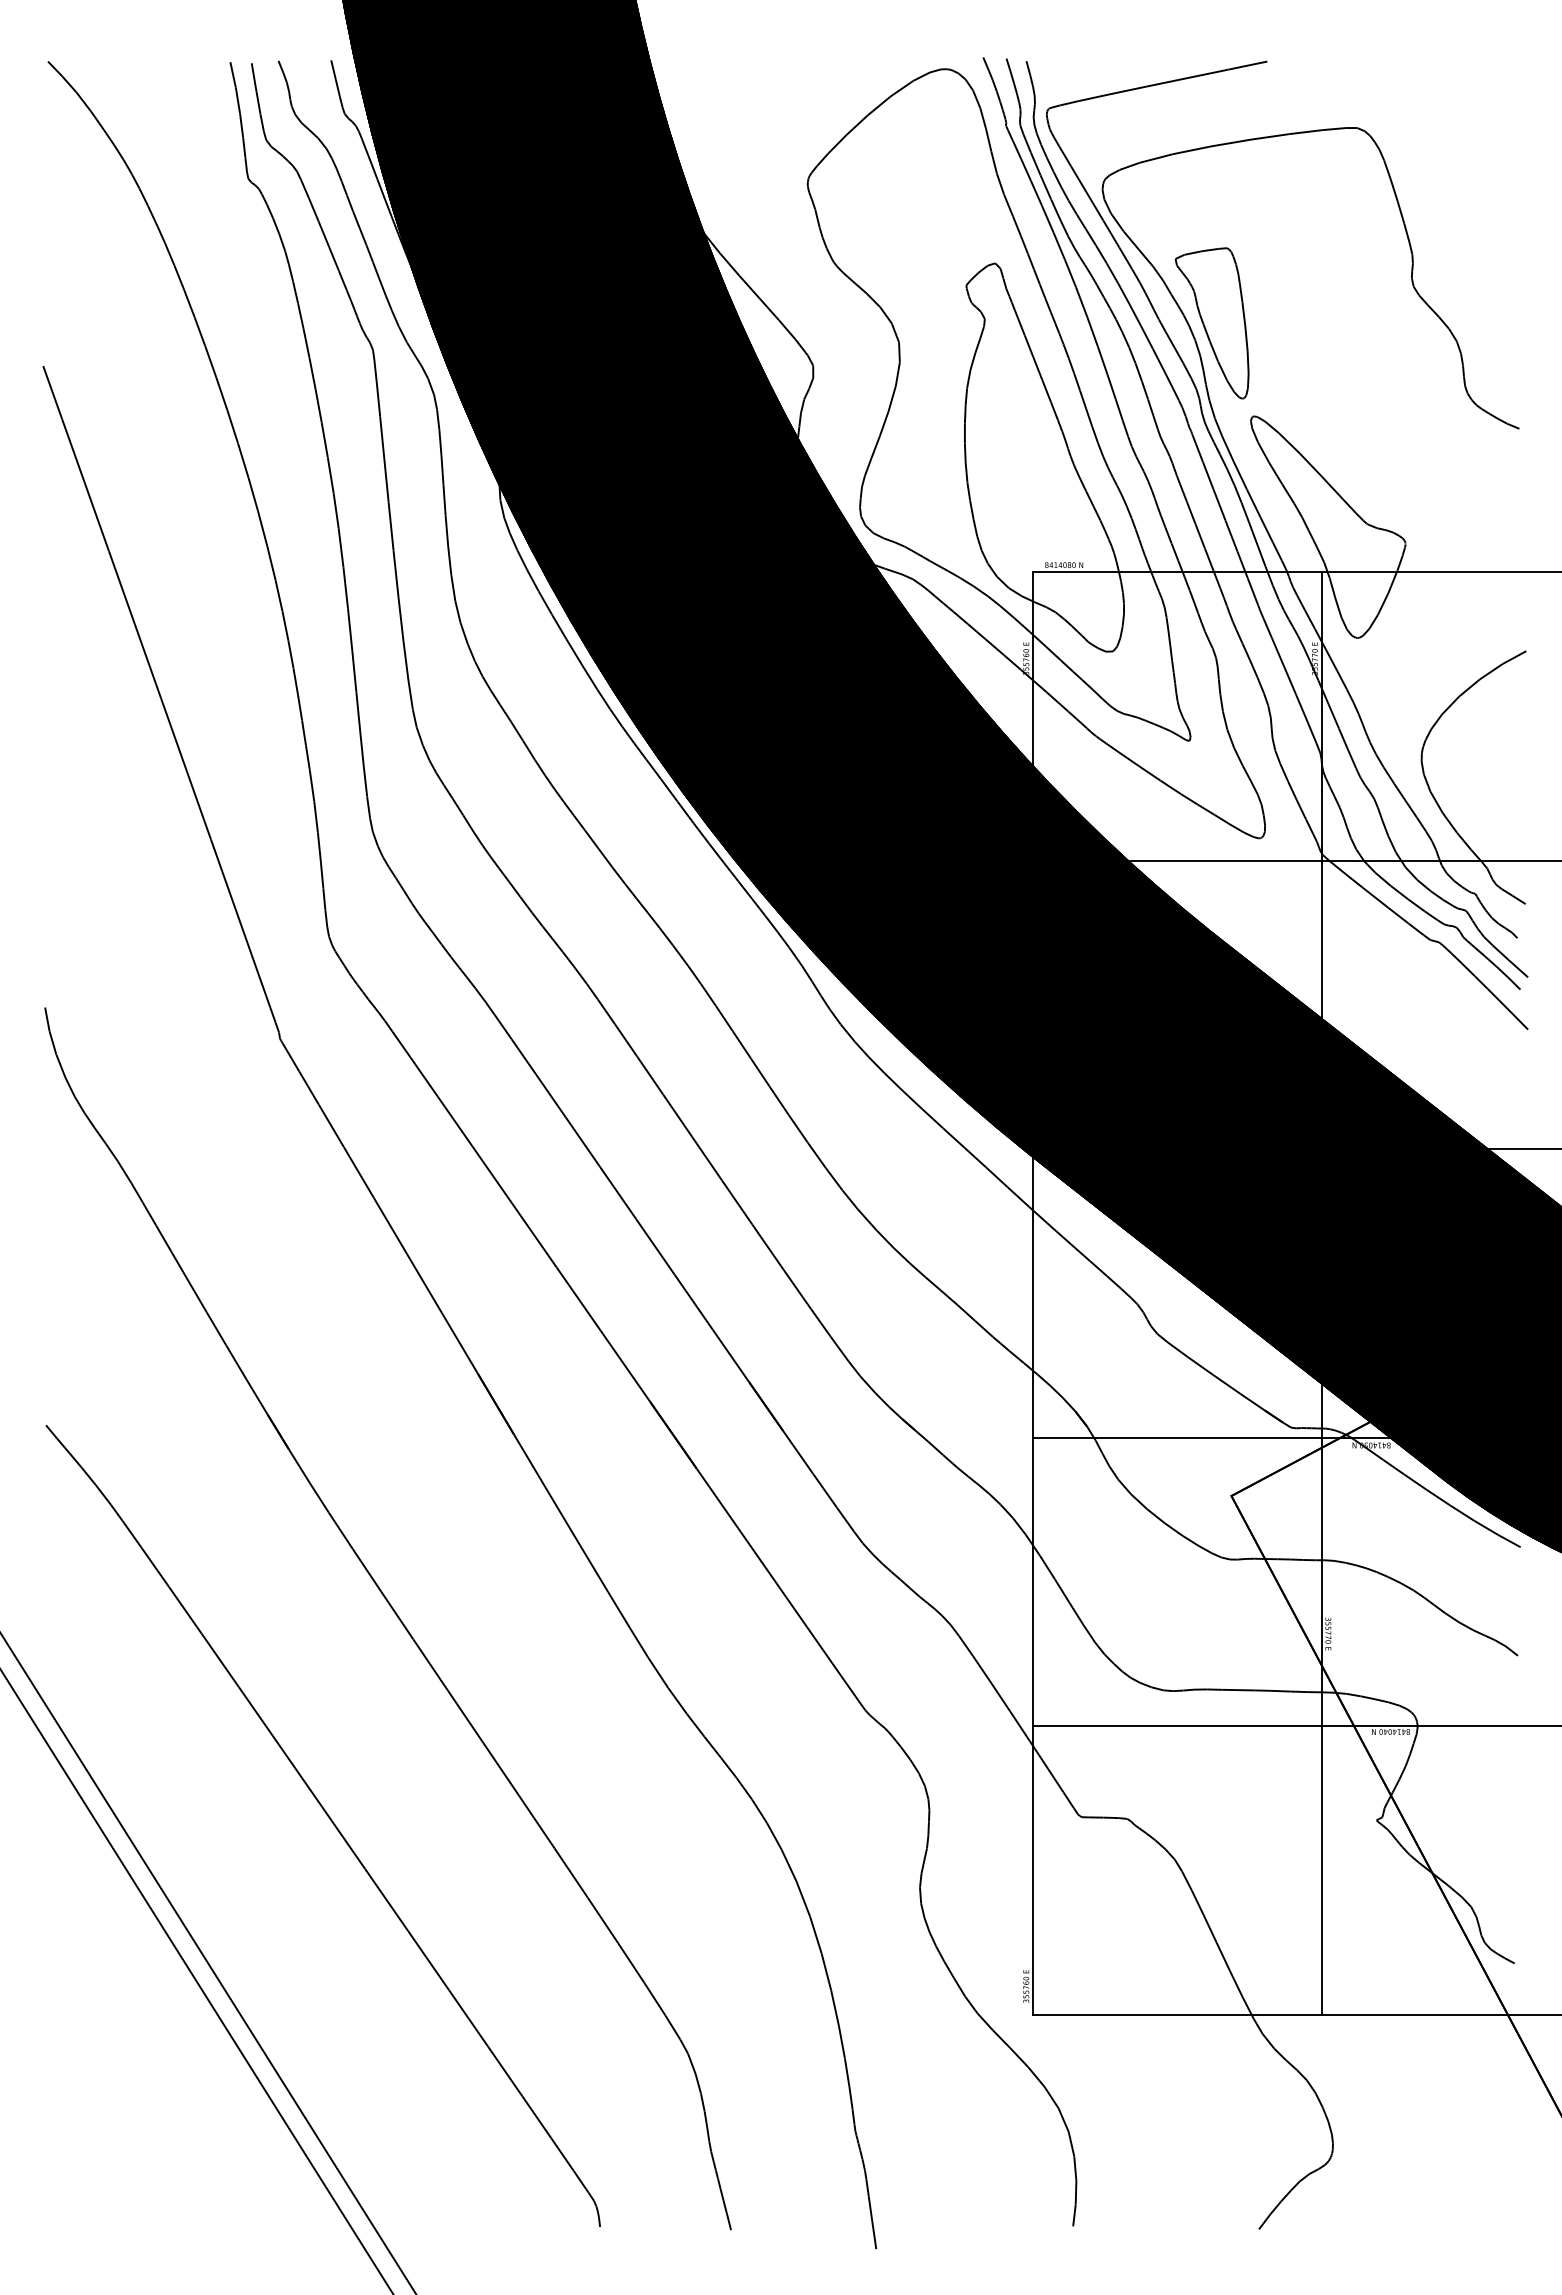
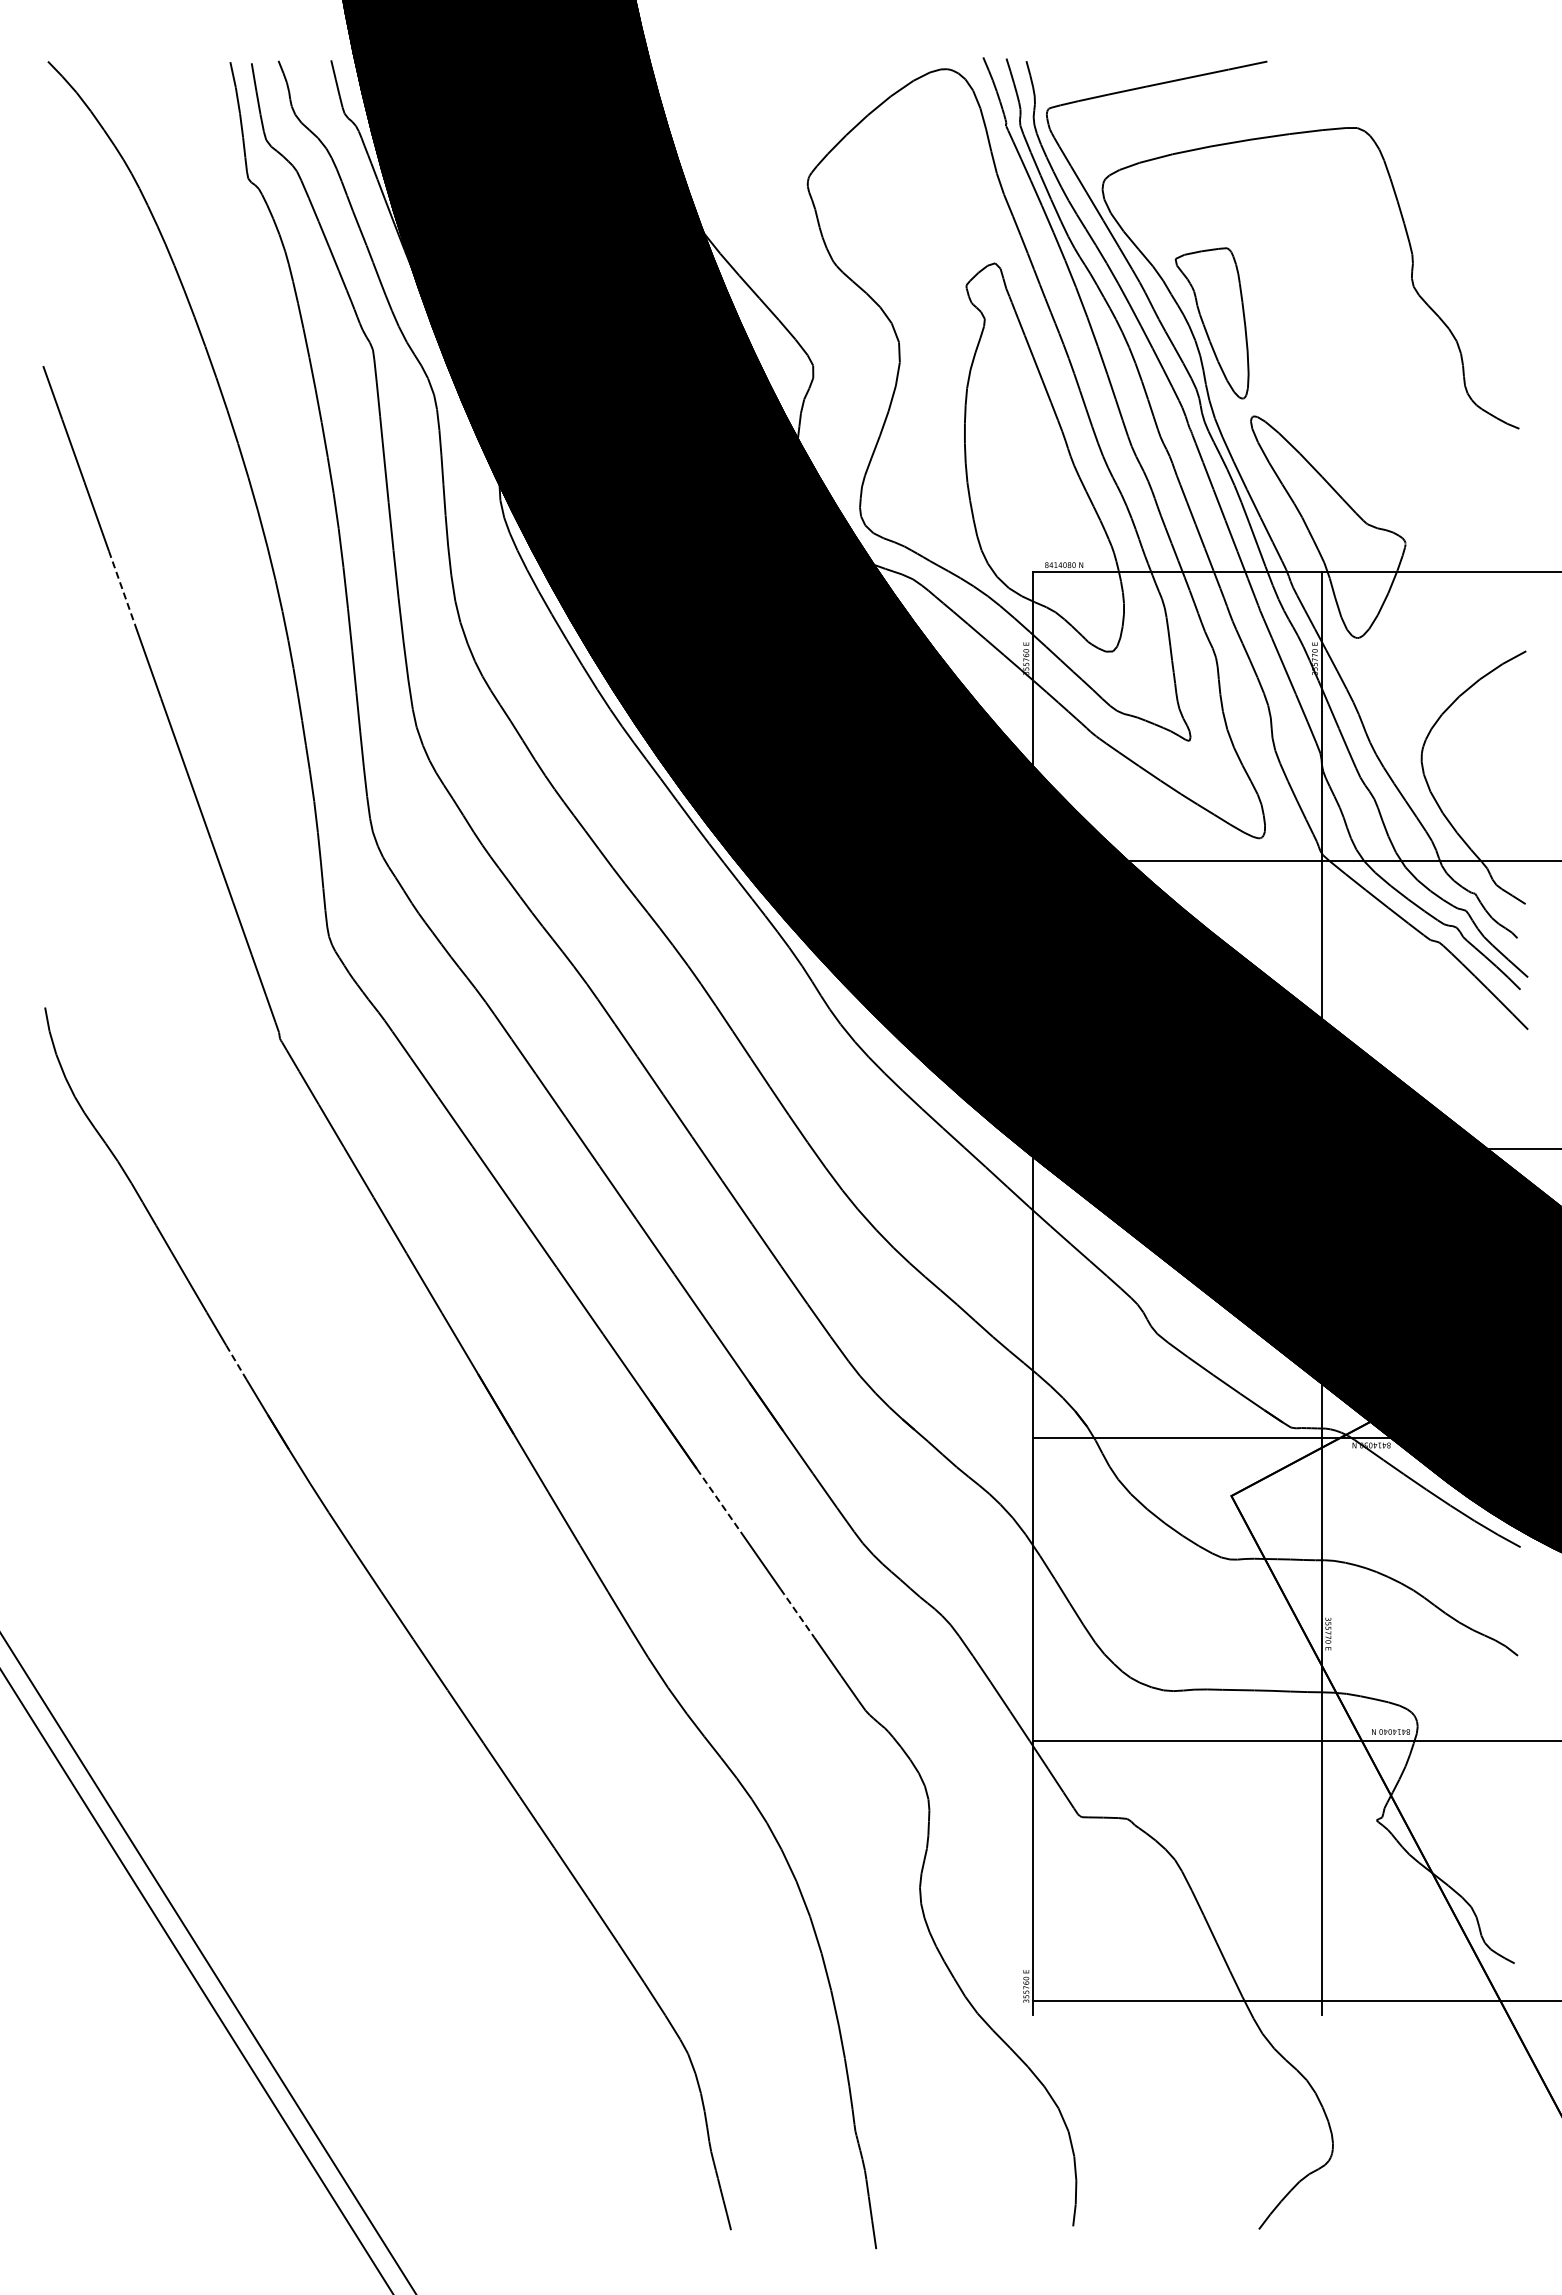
line at (121, 587): solid -> dashed
line at (236, 1362): solid -> dashed
line at (719, 1500): solid -> dashed
line at (797, 1613): solid -> dashed
line at (1295, 1726) position: (1295, 1726) -> (1295, 1741)
part at (329, 1819): present -> none
line at (1295, 2015) position: (1295, 2015) -> (1295, 2001)
